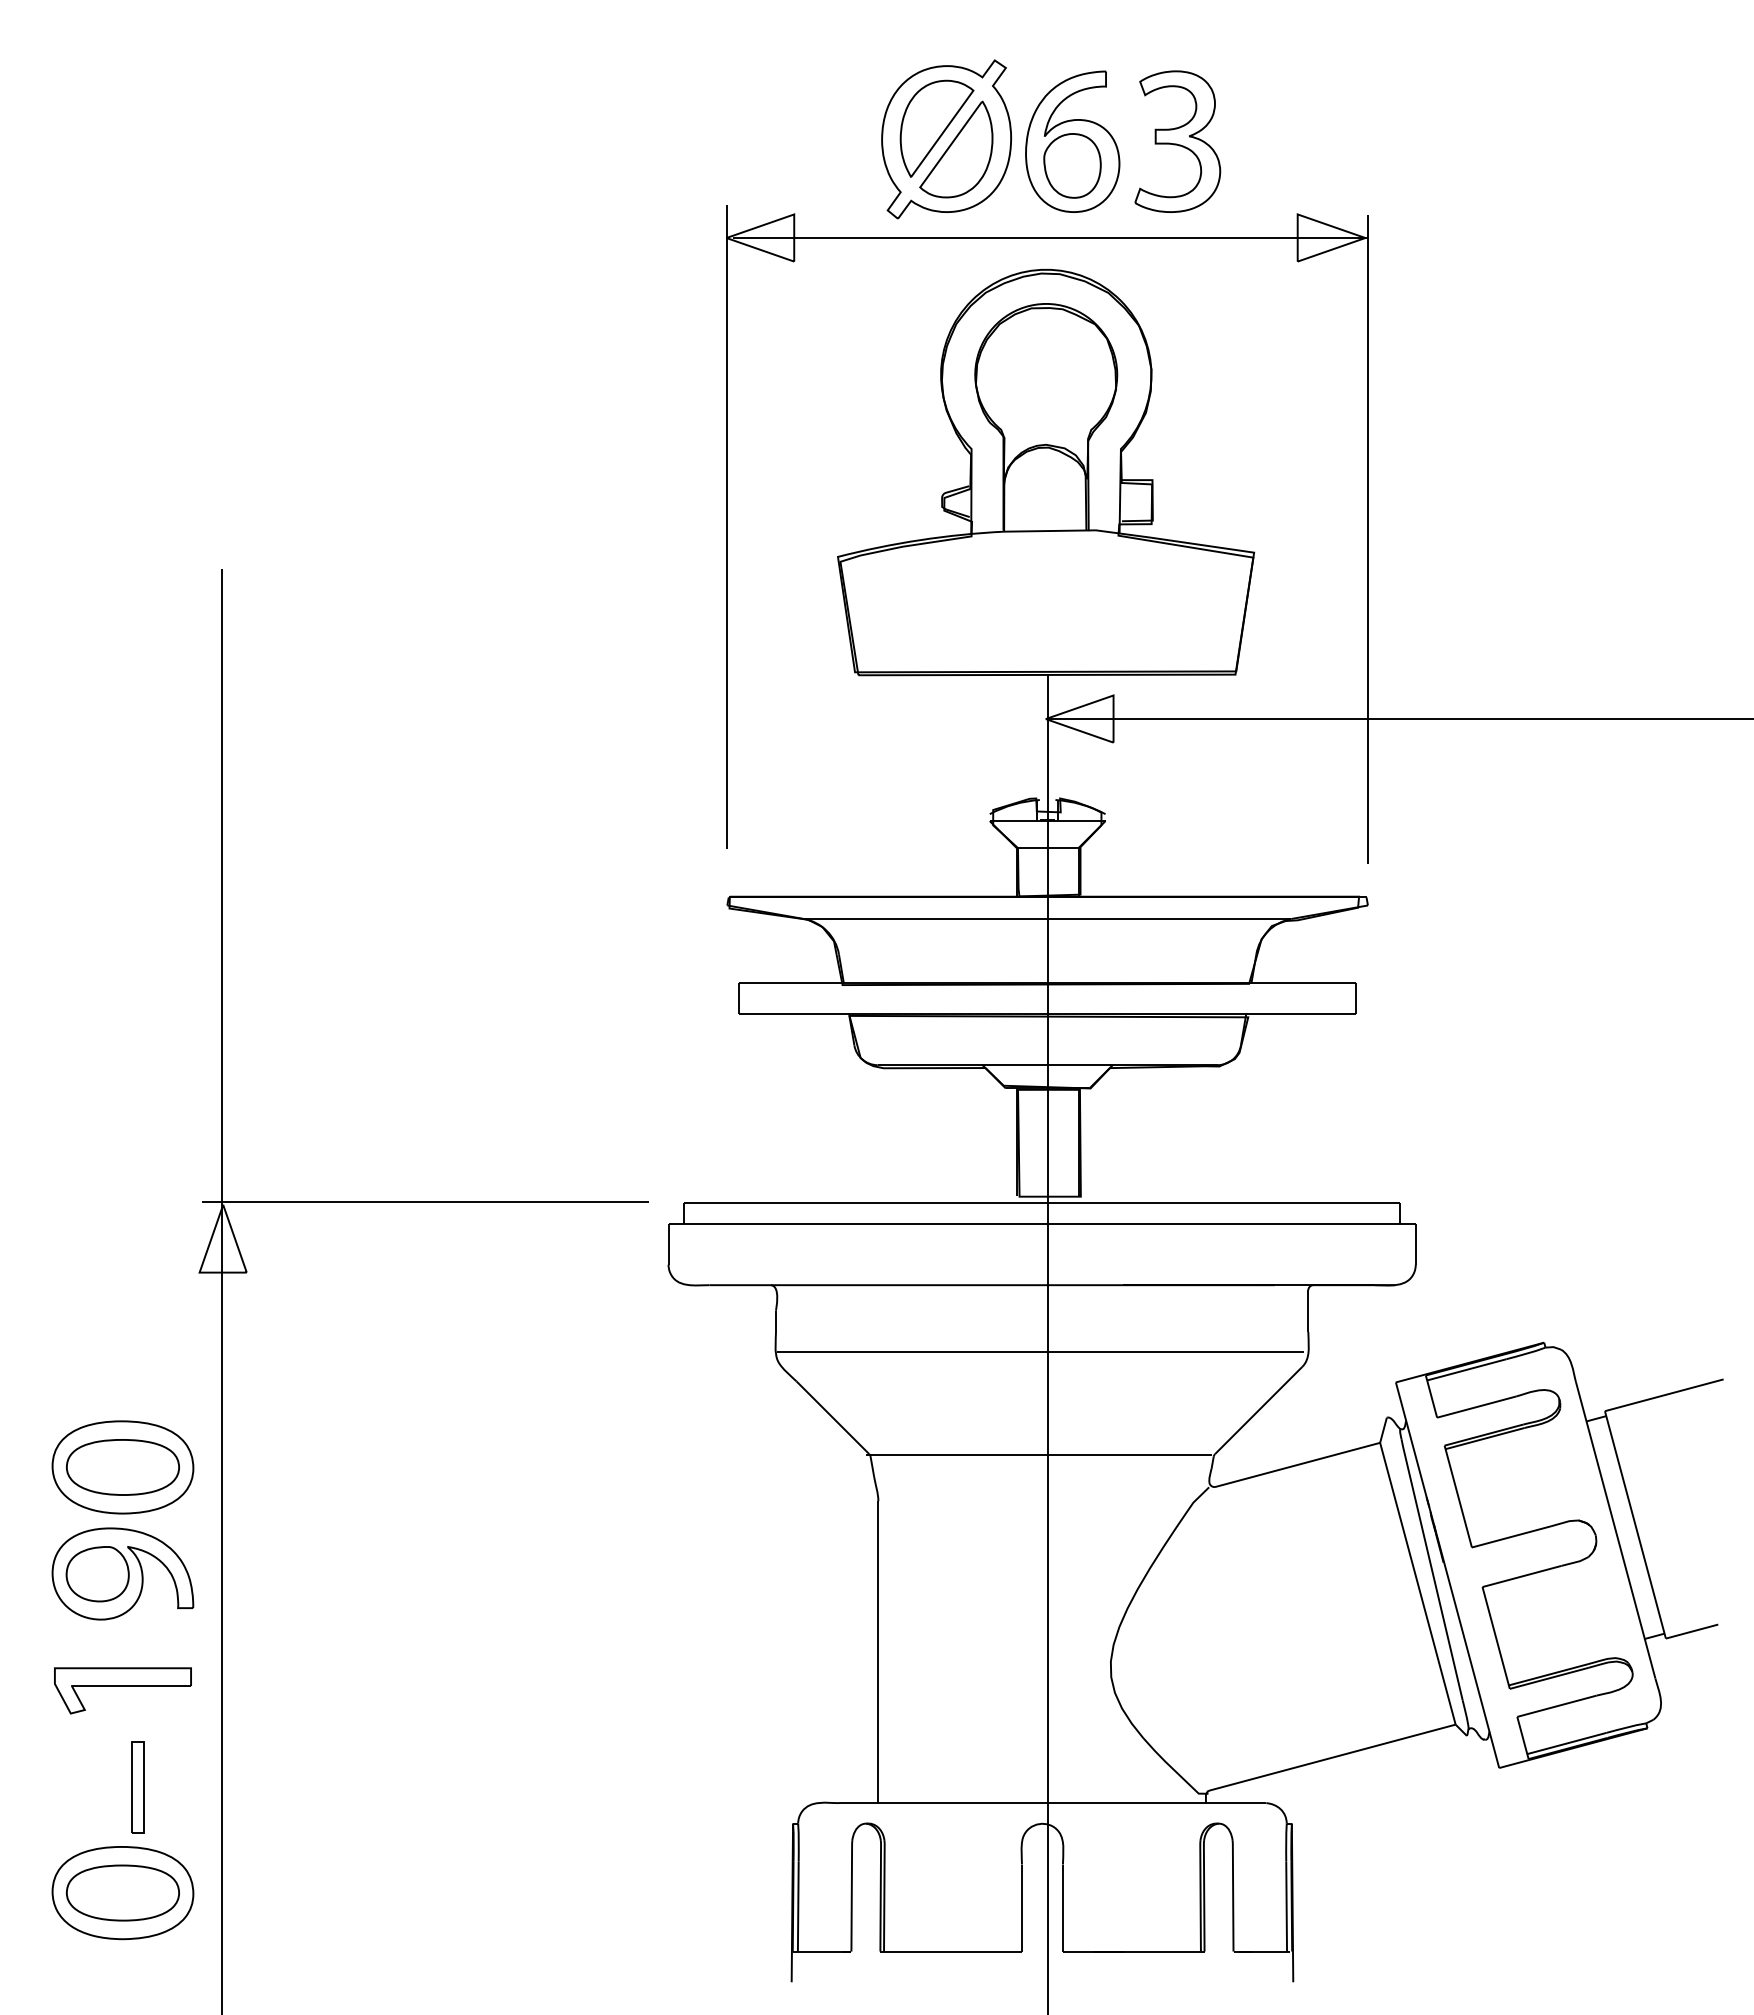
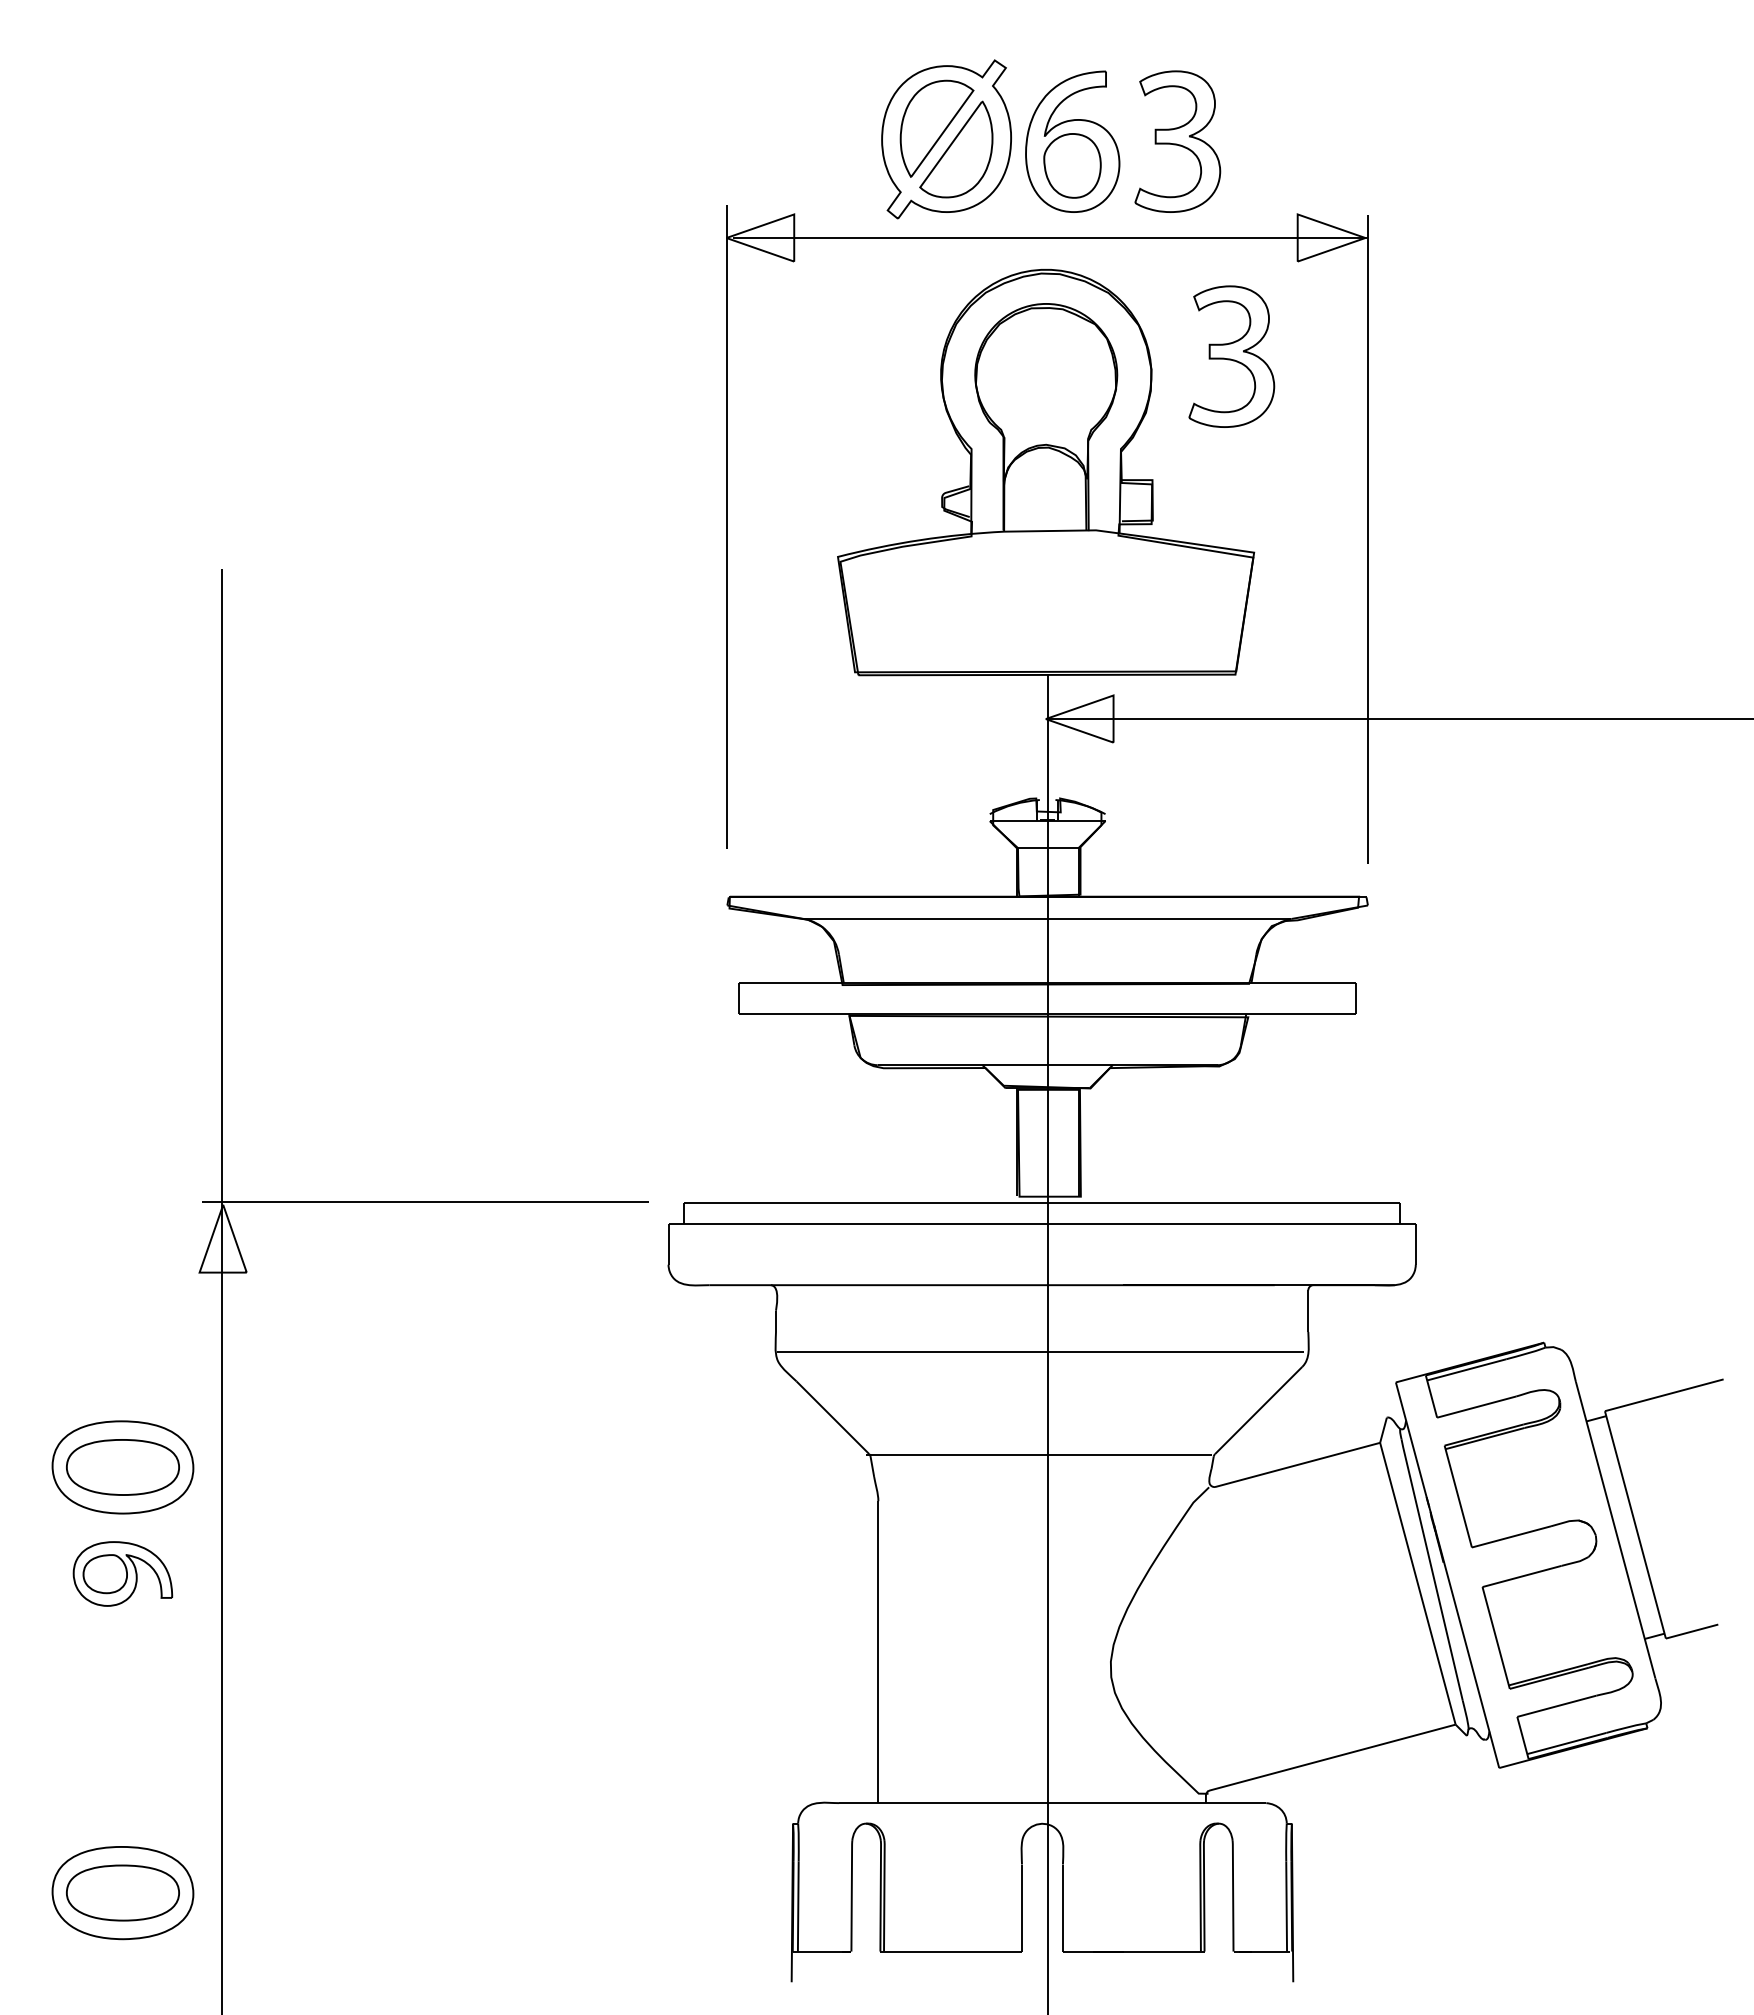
part at (1231, 356): none -> present
part at (122, 1573) size: 144x94 px -> 102x66 px
part at (122, 1690): present -> none
part at (137, 1787): present -> none
